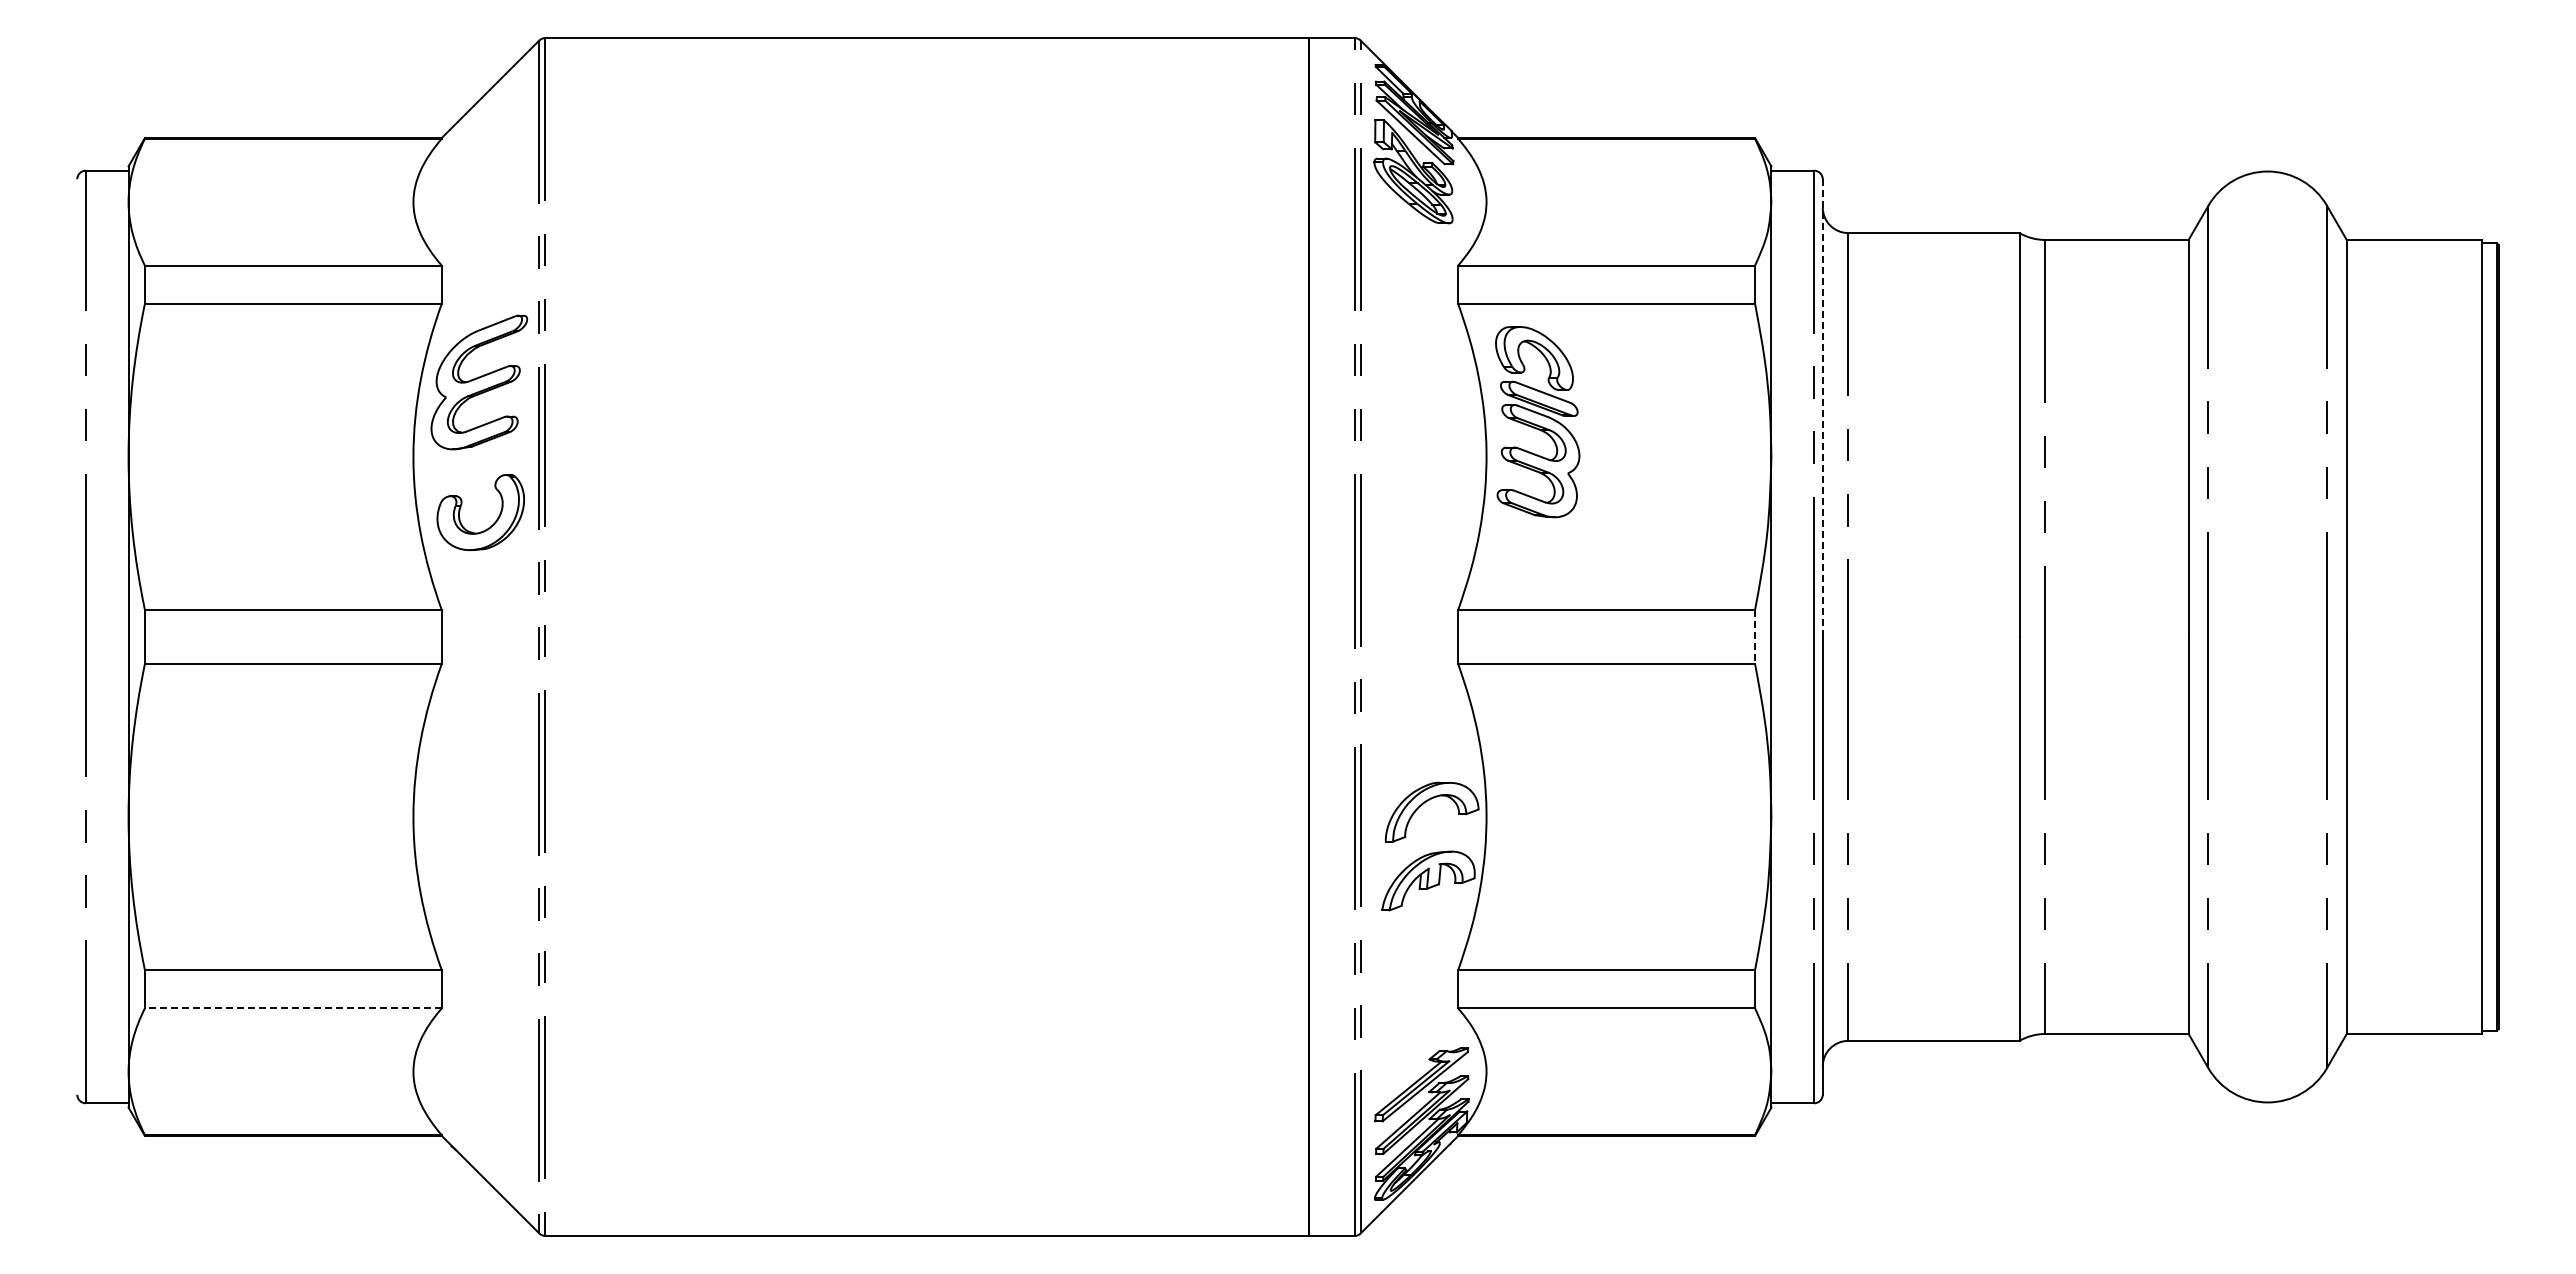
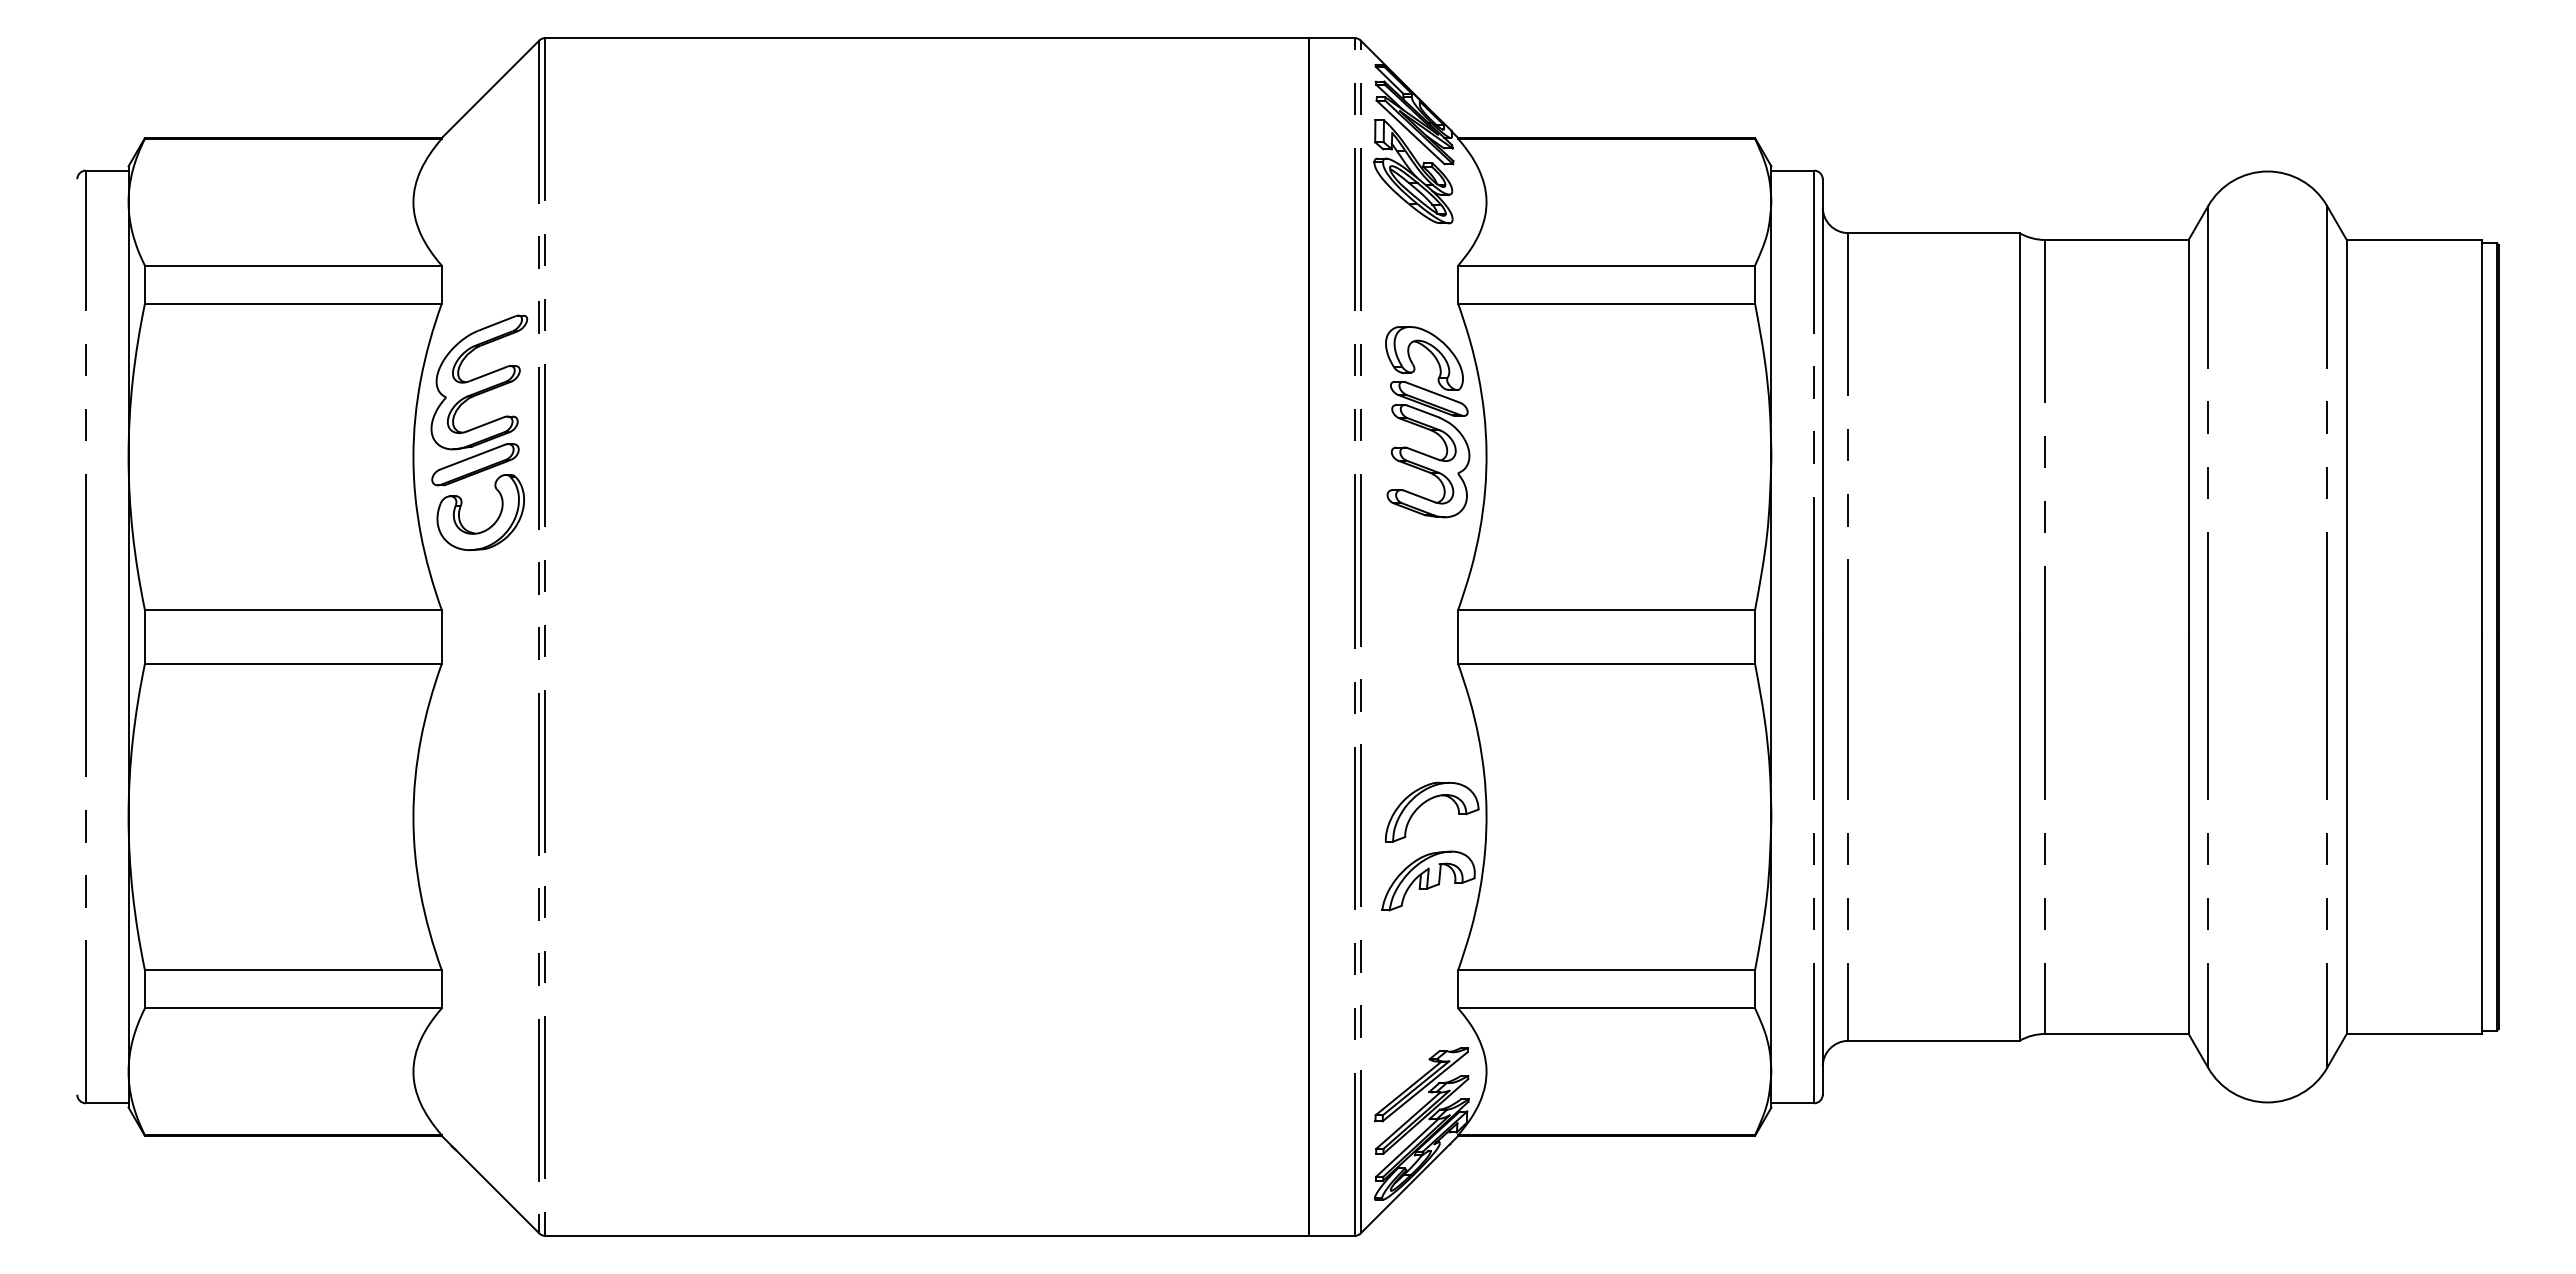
line at (1822, 408): dashed -> solid
part at (1537, 422) position: (1537, 422) -> (1427, 422)
part at (475, 464): none -> present
line at (1755, 637): dashed -> solid
line at (292, 1008): dashed -> solid
